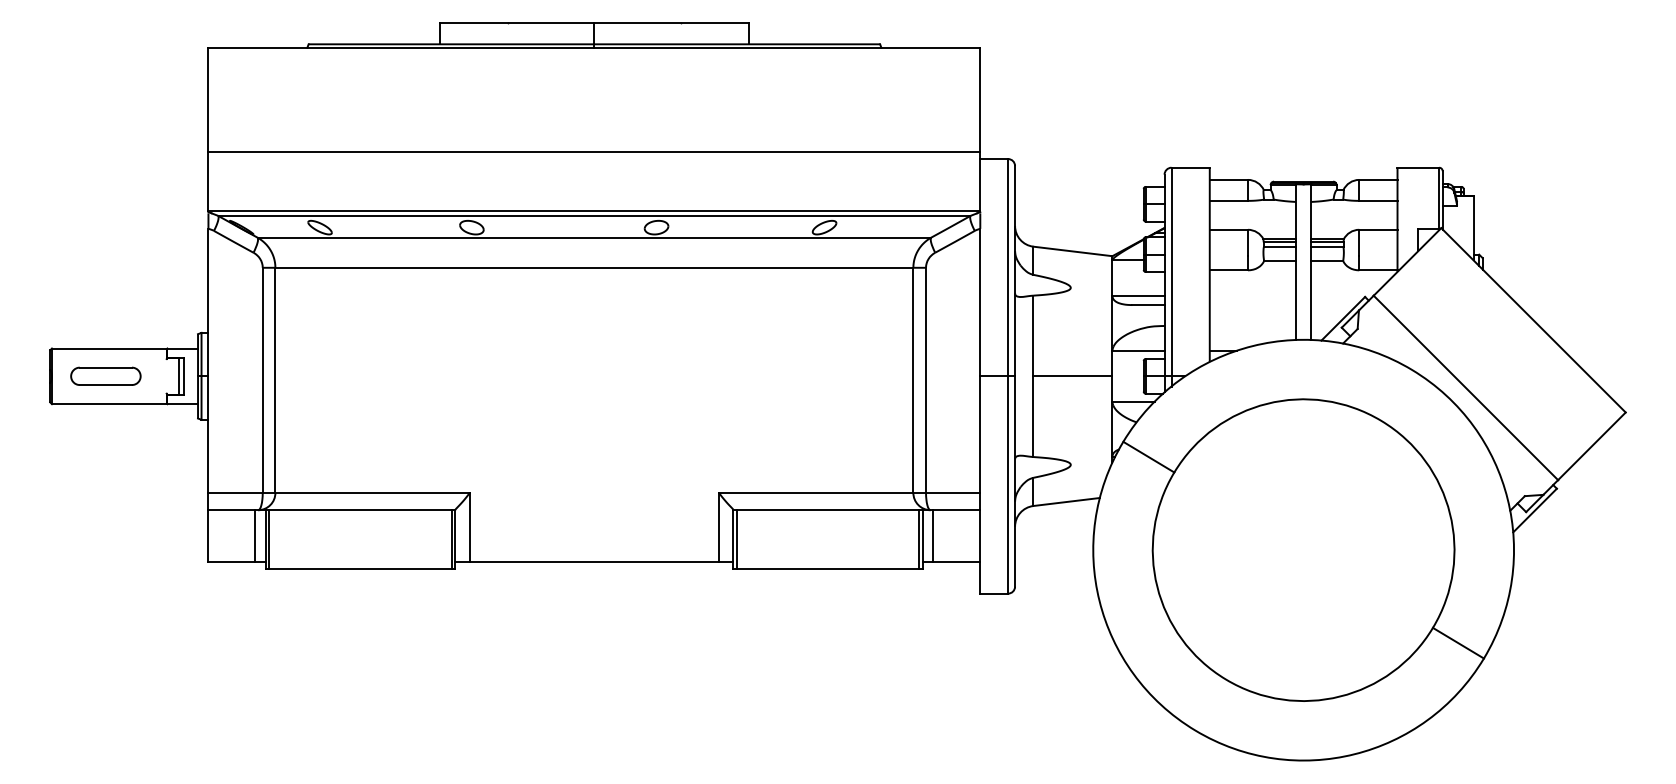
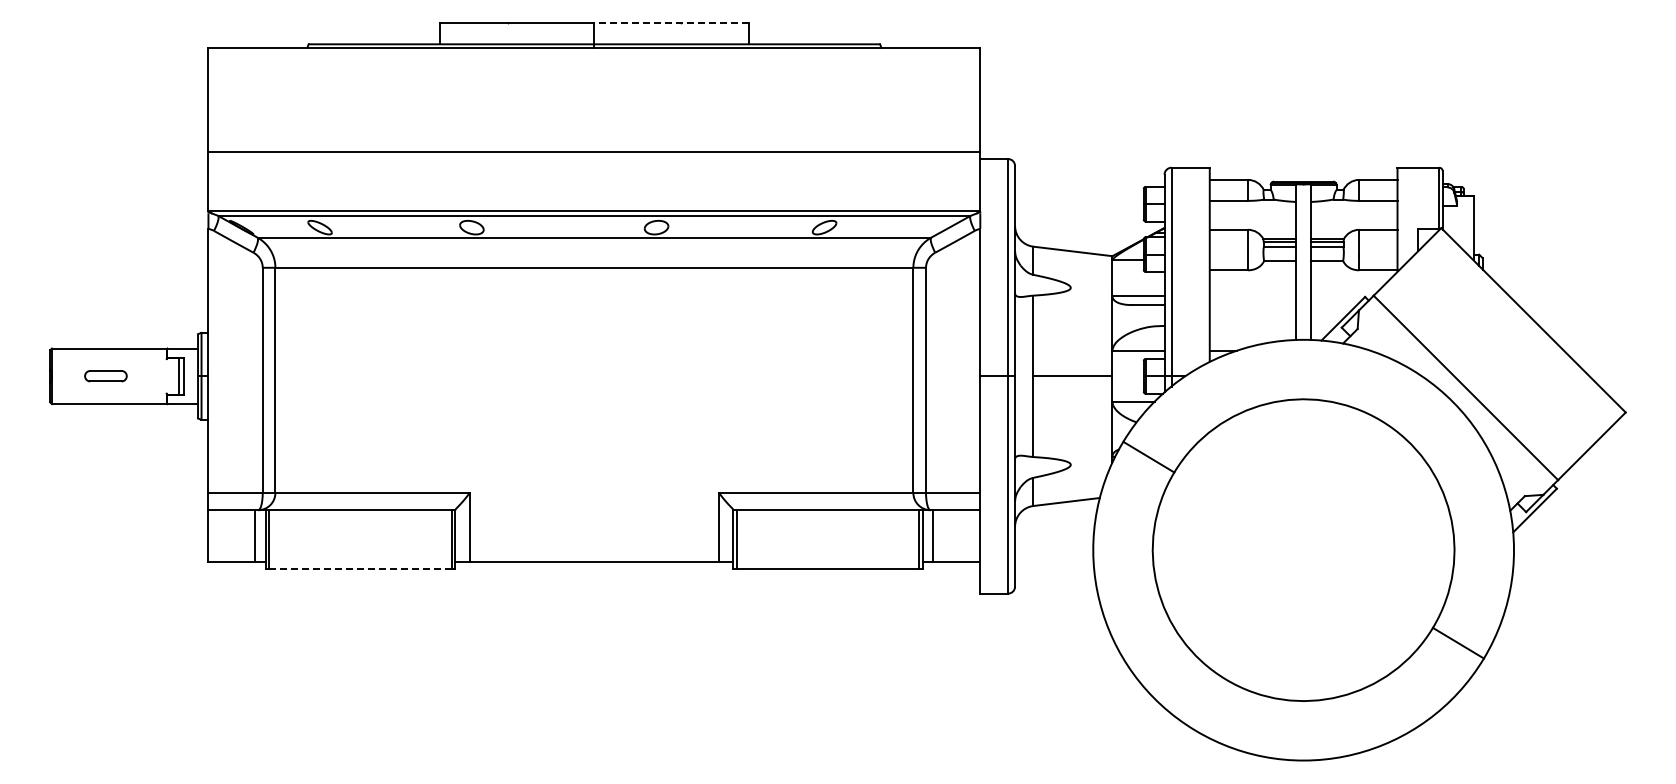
line at (671, 23): solid -> dashed
part at (105, 375) size: 72x20 px -> 44x13 px
line at (360, 569): solid -> dashed
